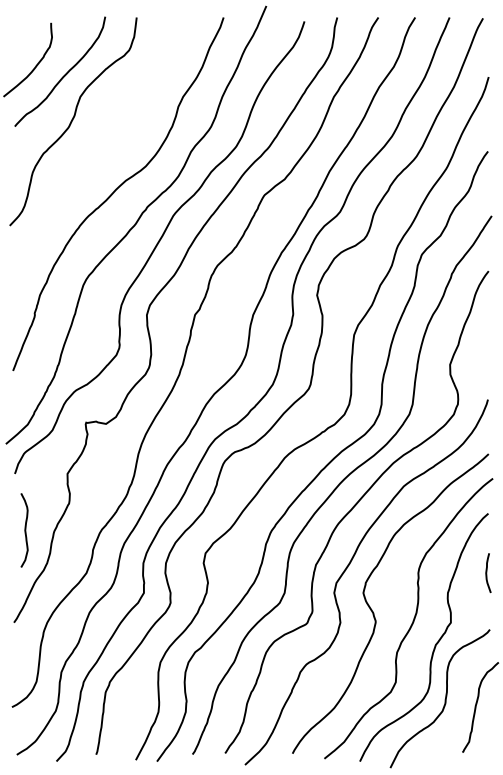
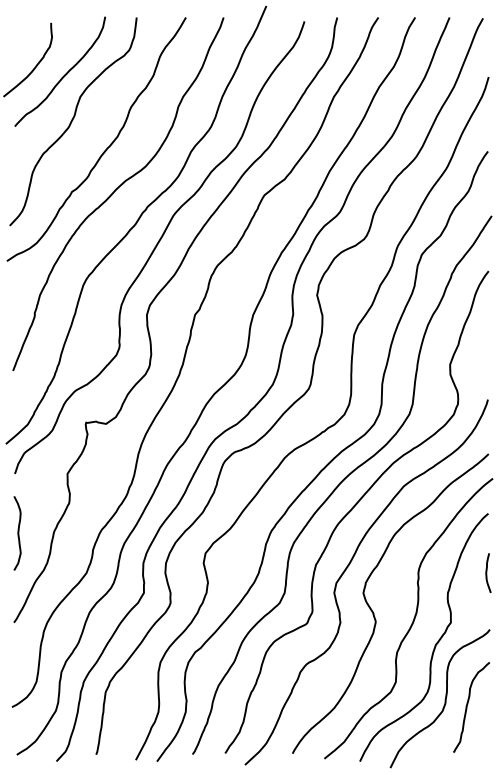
curve at (106, 148): none -> present
curve at (24, 530) position: (24, 530) -> (17, 533)
curve at (476, 707) position: (476, 707) -> (467, 707)
